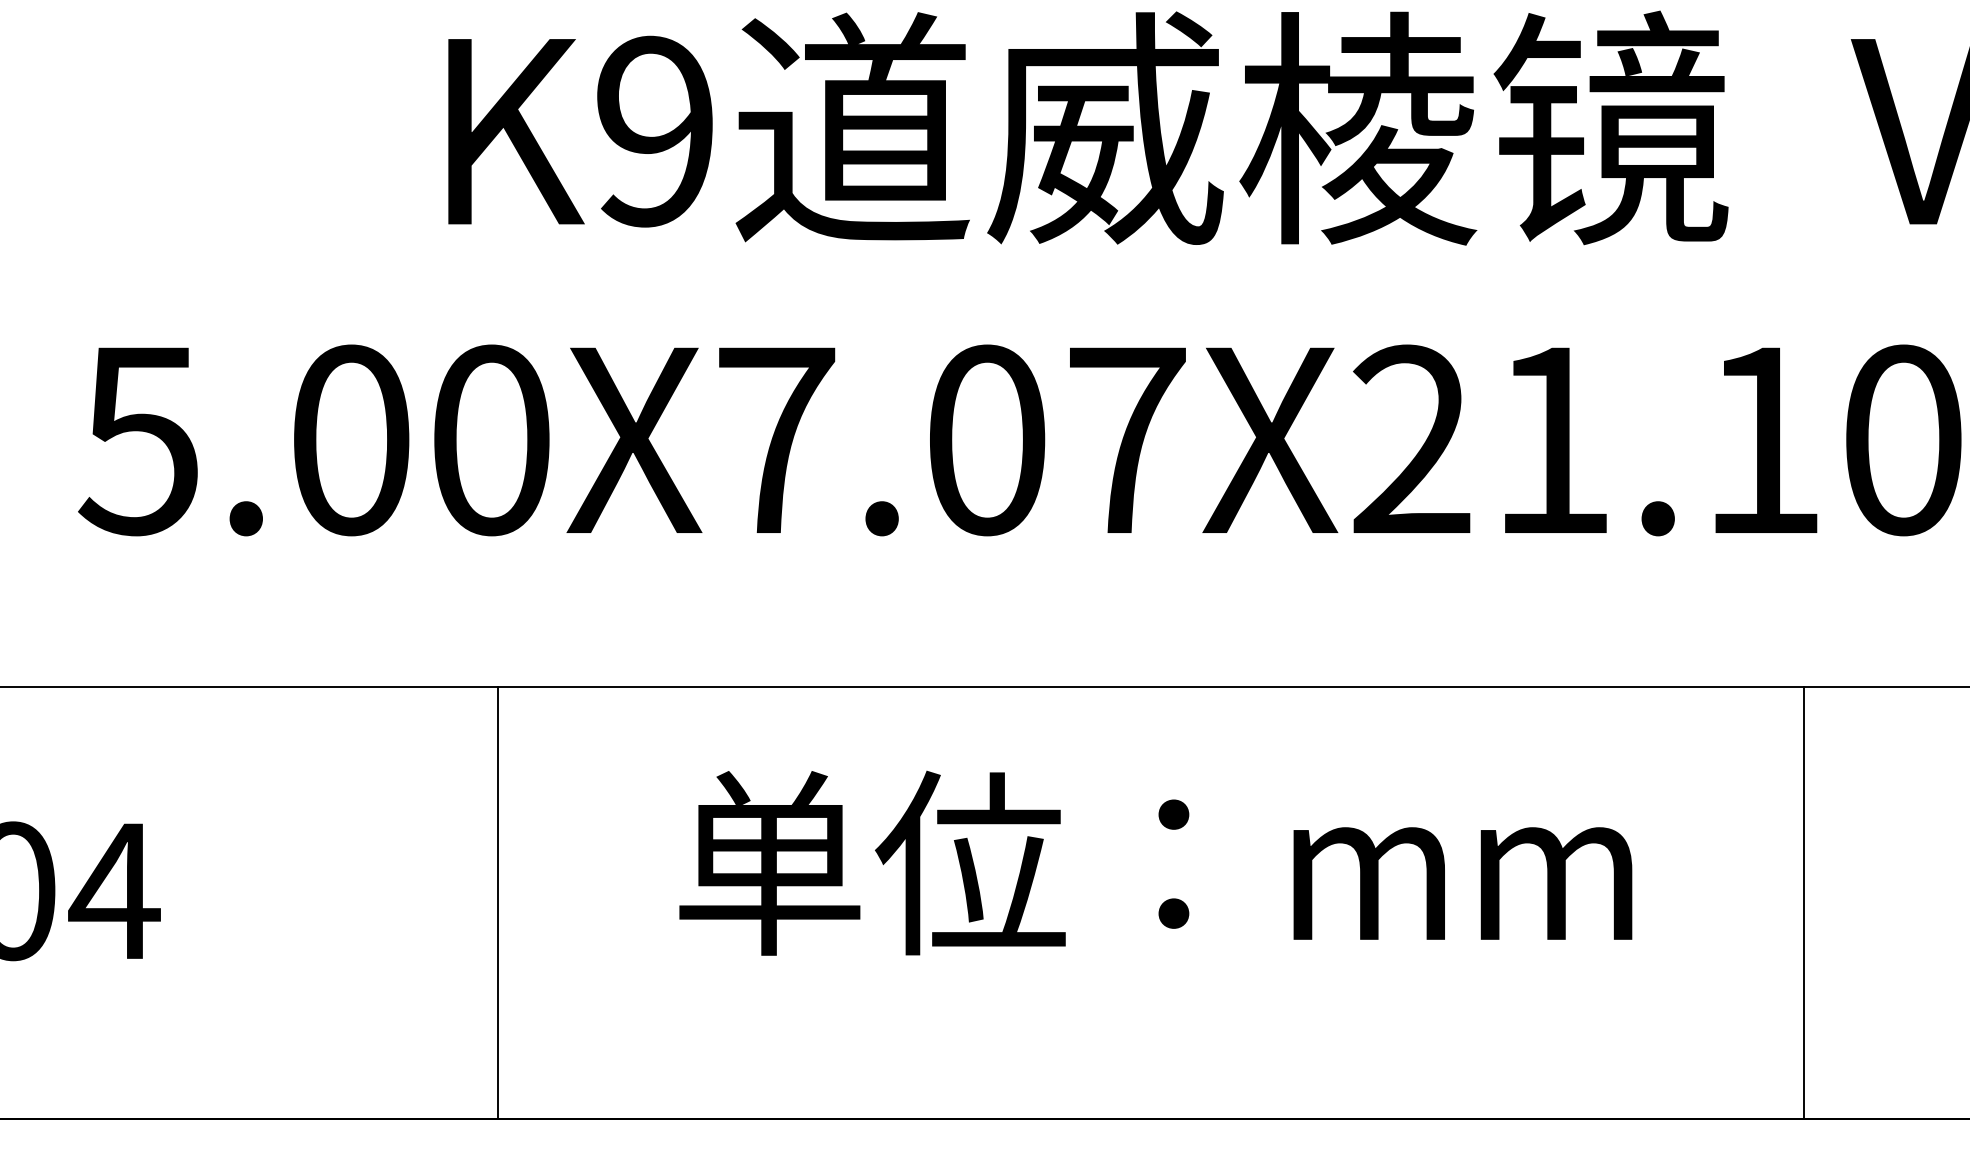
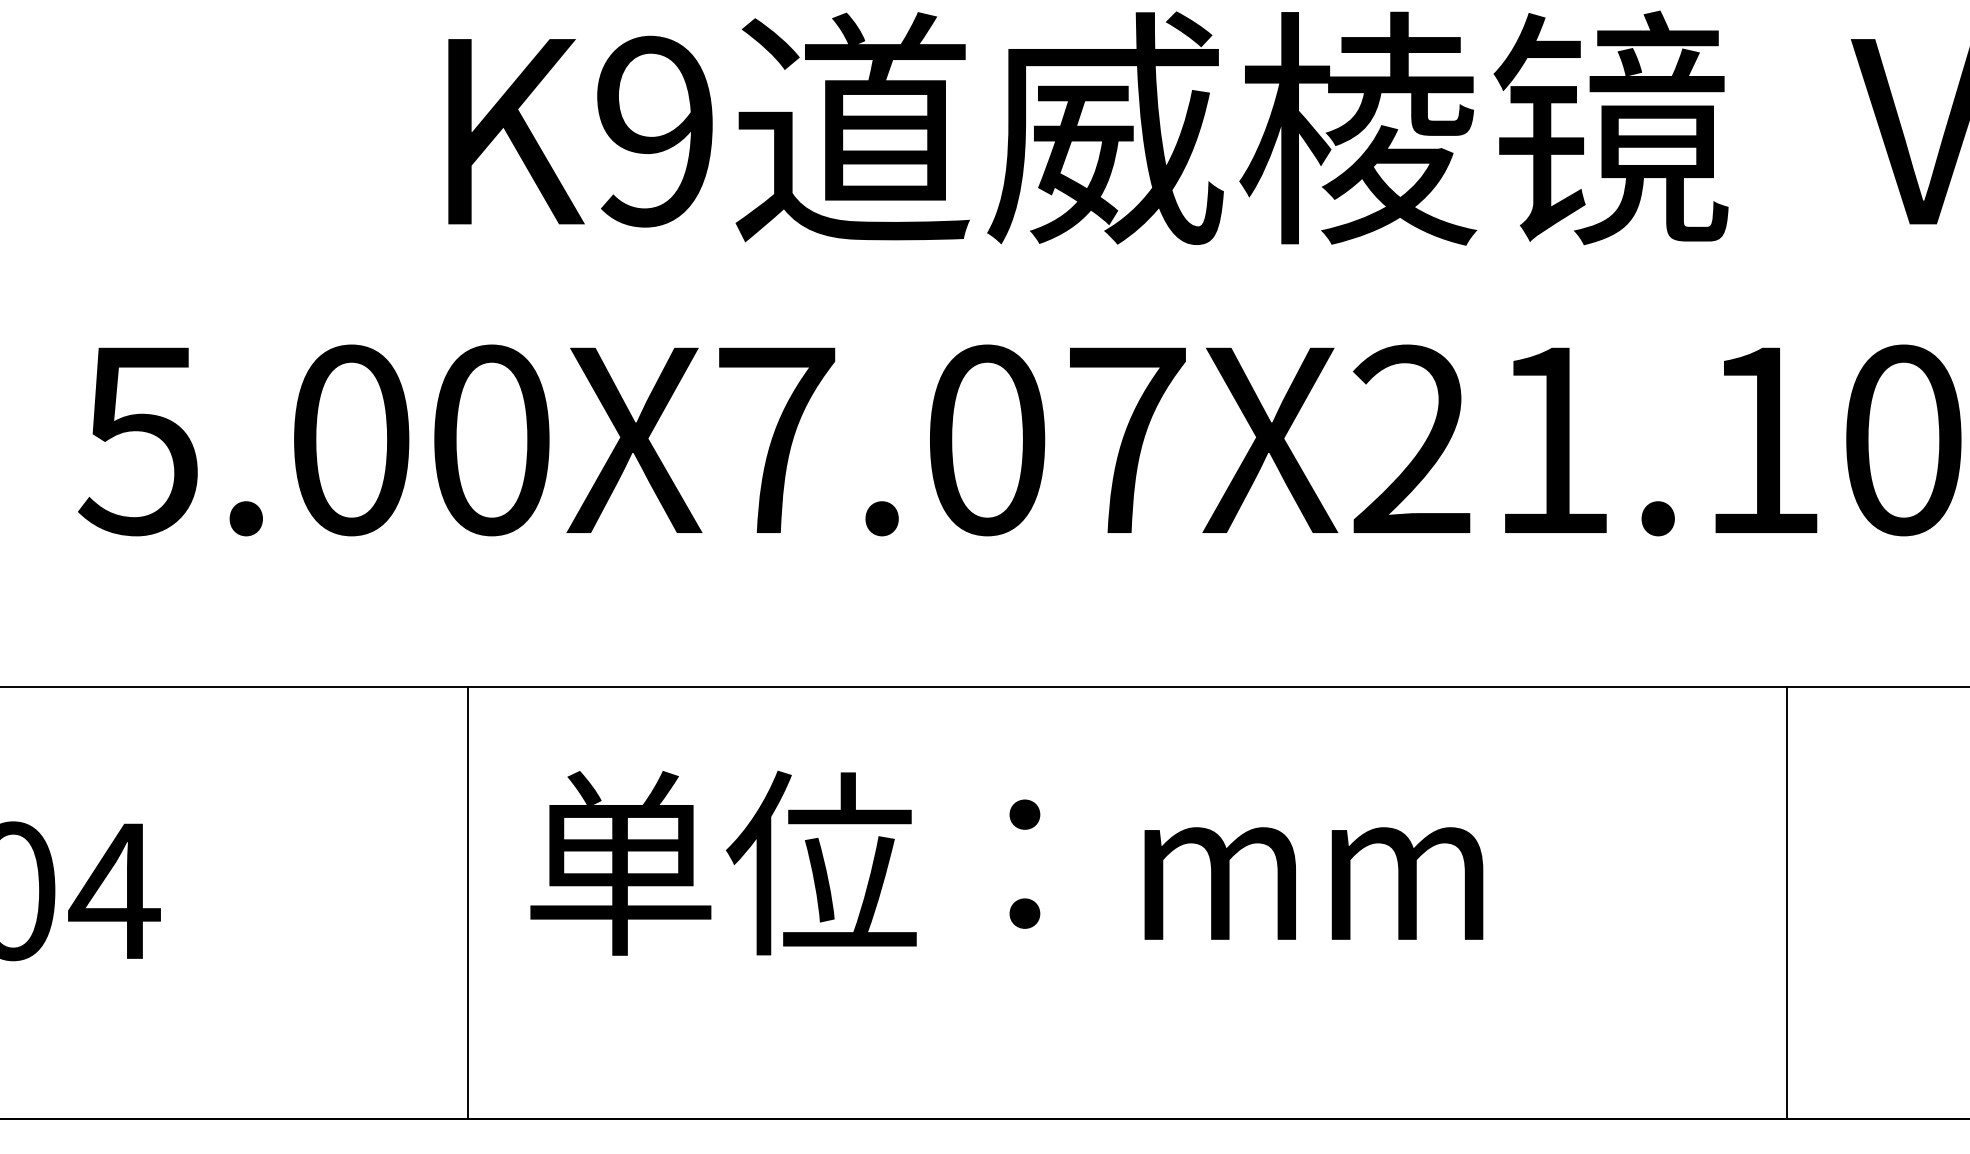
text at (1155, 862) position: (1155, 862) -> (1006, 862)
line at (498, 902) position: (498, 902) -> (468, 902)
line at (1804, 902) position: (1804, 902) -> (1787, 902)
